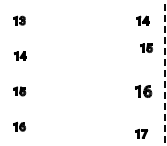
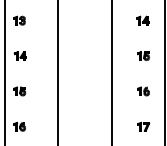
part at (146, 47) position: (146, 47) -> (143, 55)
line at (5, 72): none -> present
line at (58, 72): none -> present
line at (111, 72): none -> present
line at (164, 73): dashed -> solid
part at (143, 91) size: 18x13 px -> 13x11 px
part at (141, 133) position: (141, 133) -> (143, 126)
